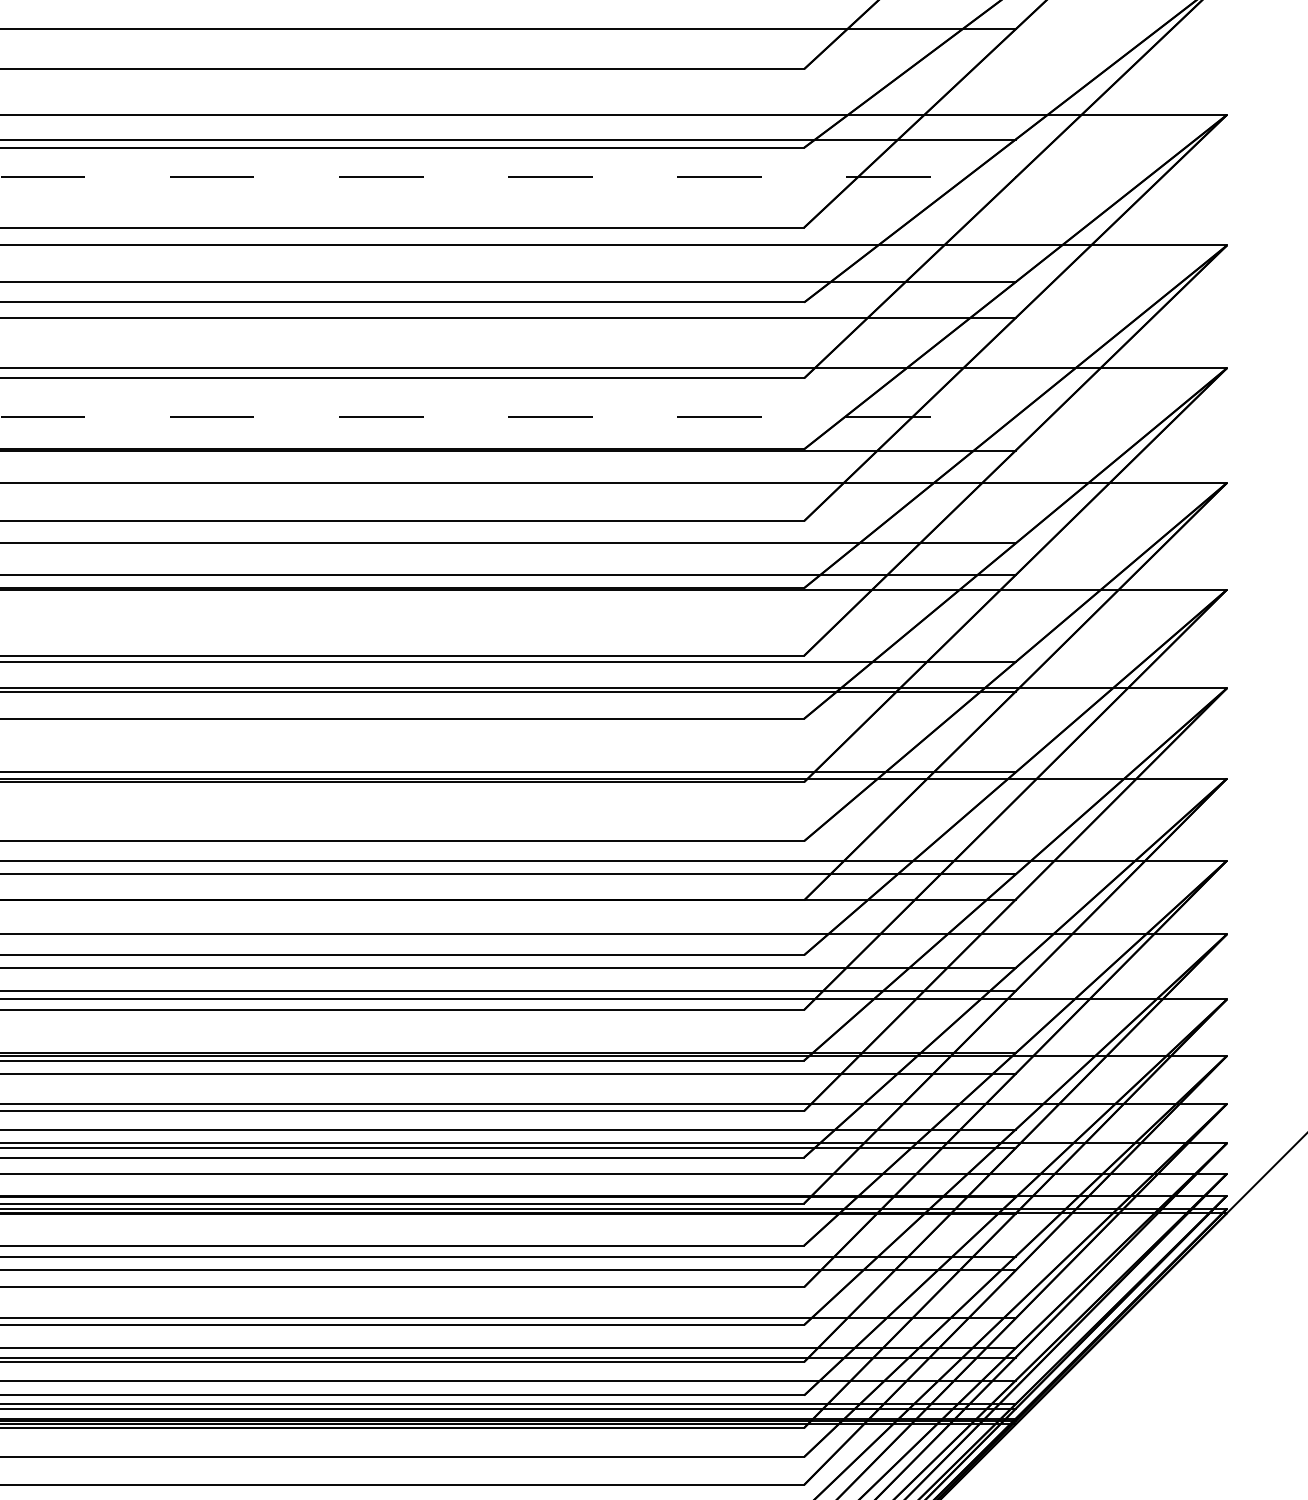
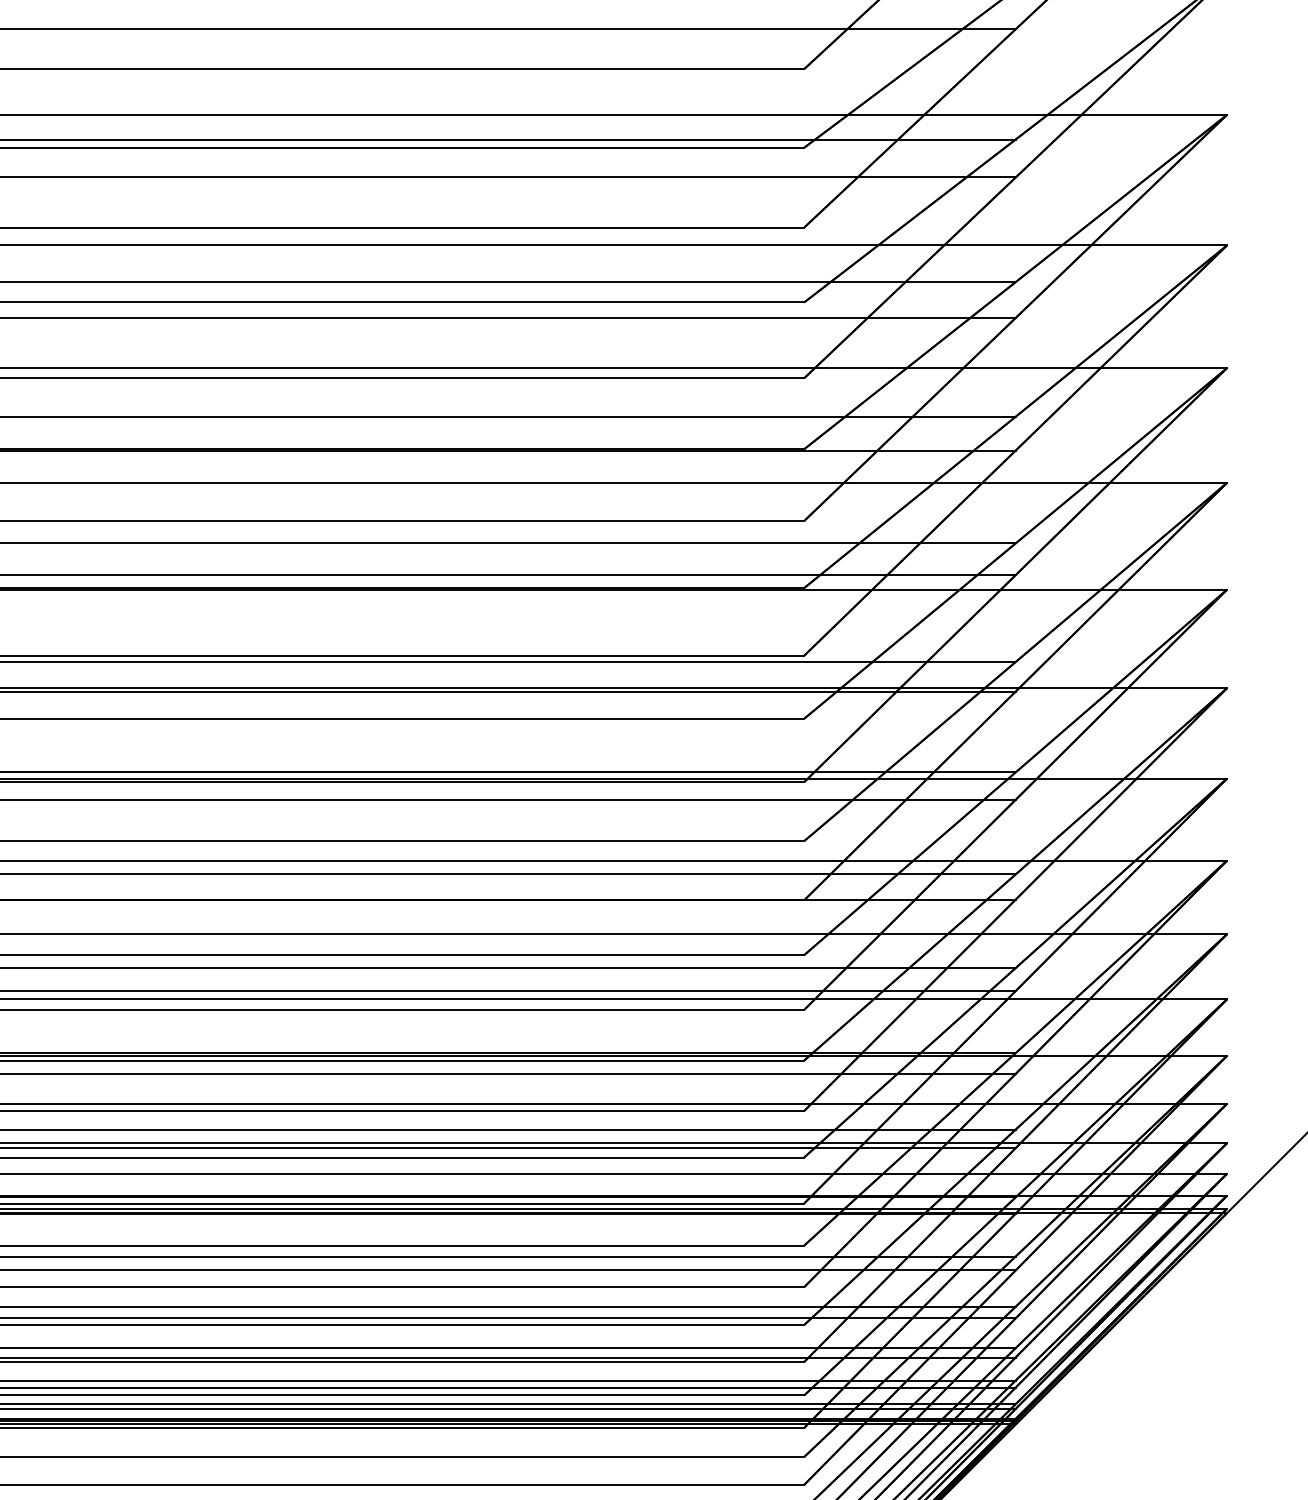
line at (508, 177): dashed -> solid
line at (508, 416): dashed -> solid
line at (508, 799): none -> present
line at (508, 1306): none -> present
line at (508, 1387): none -> present
